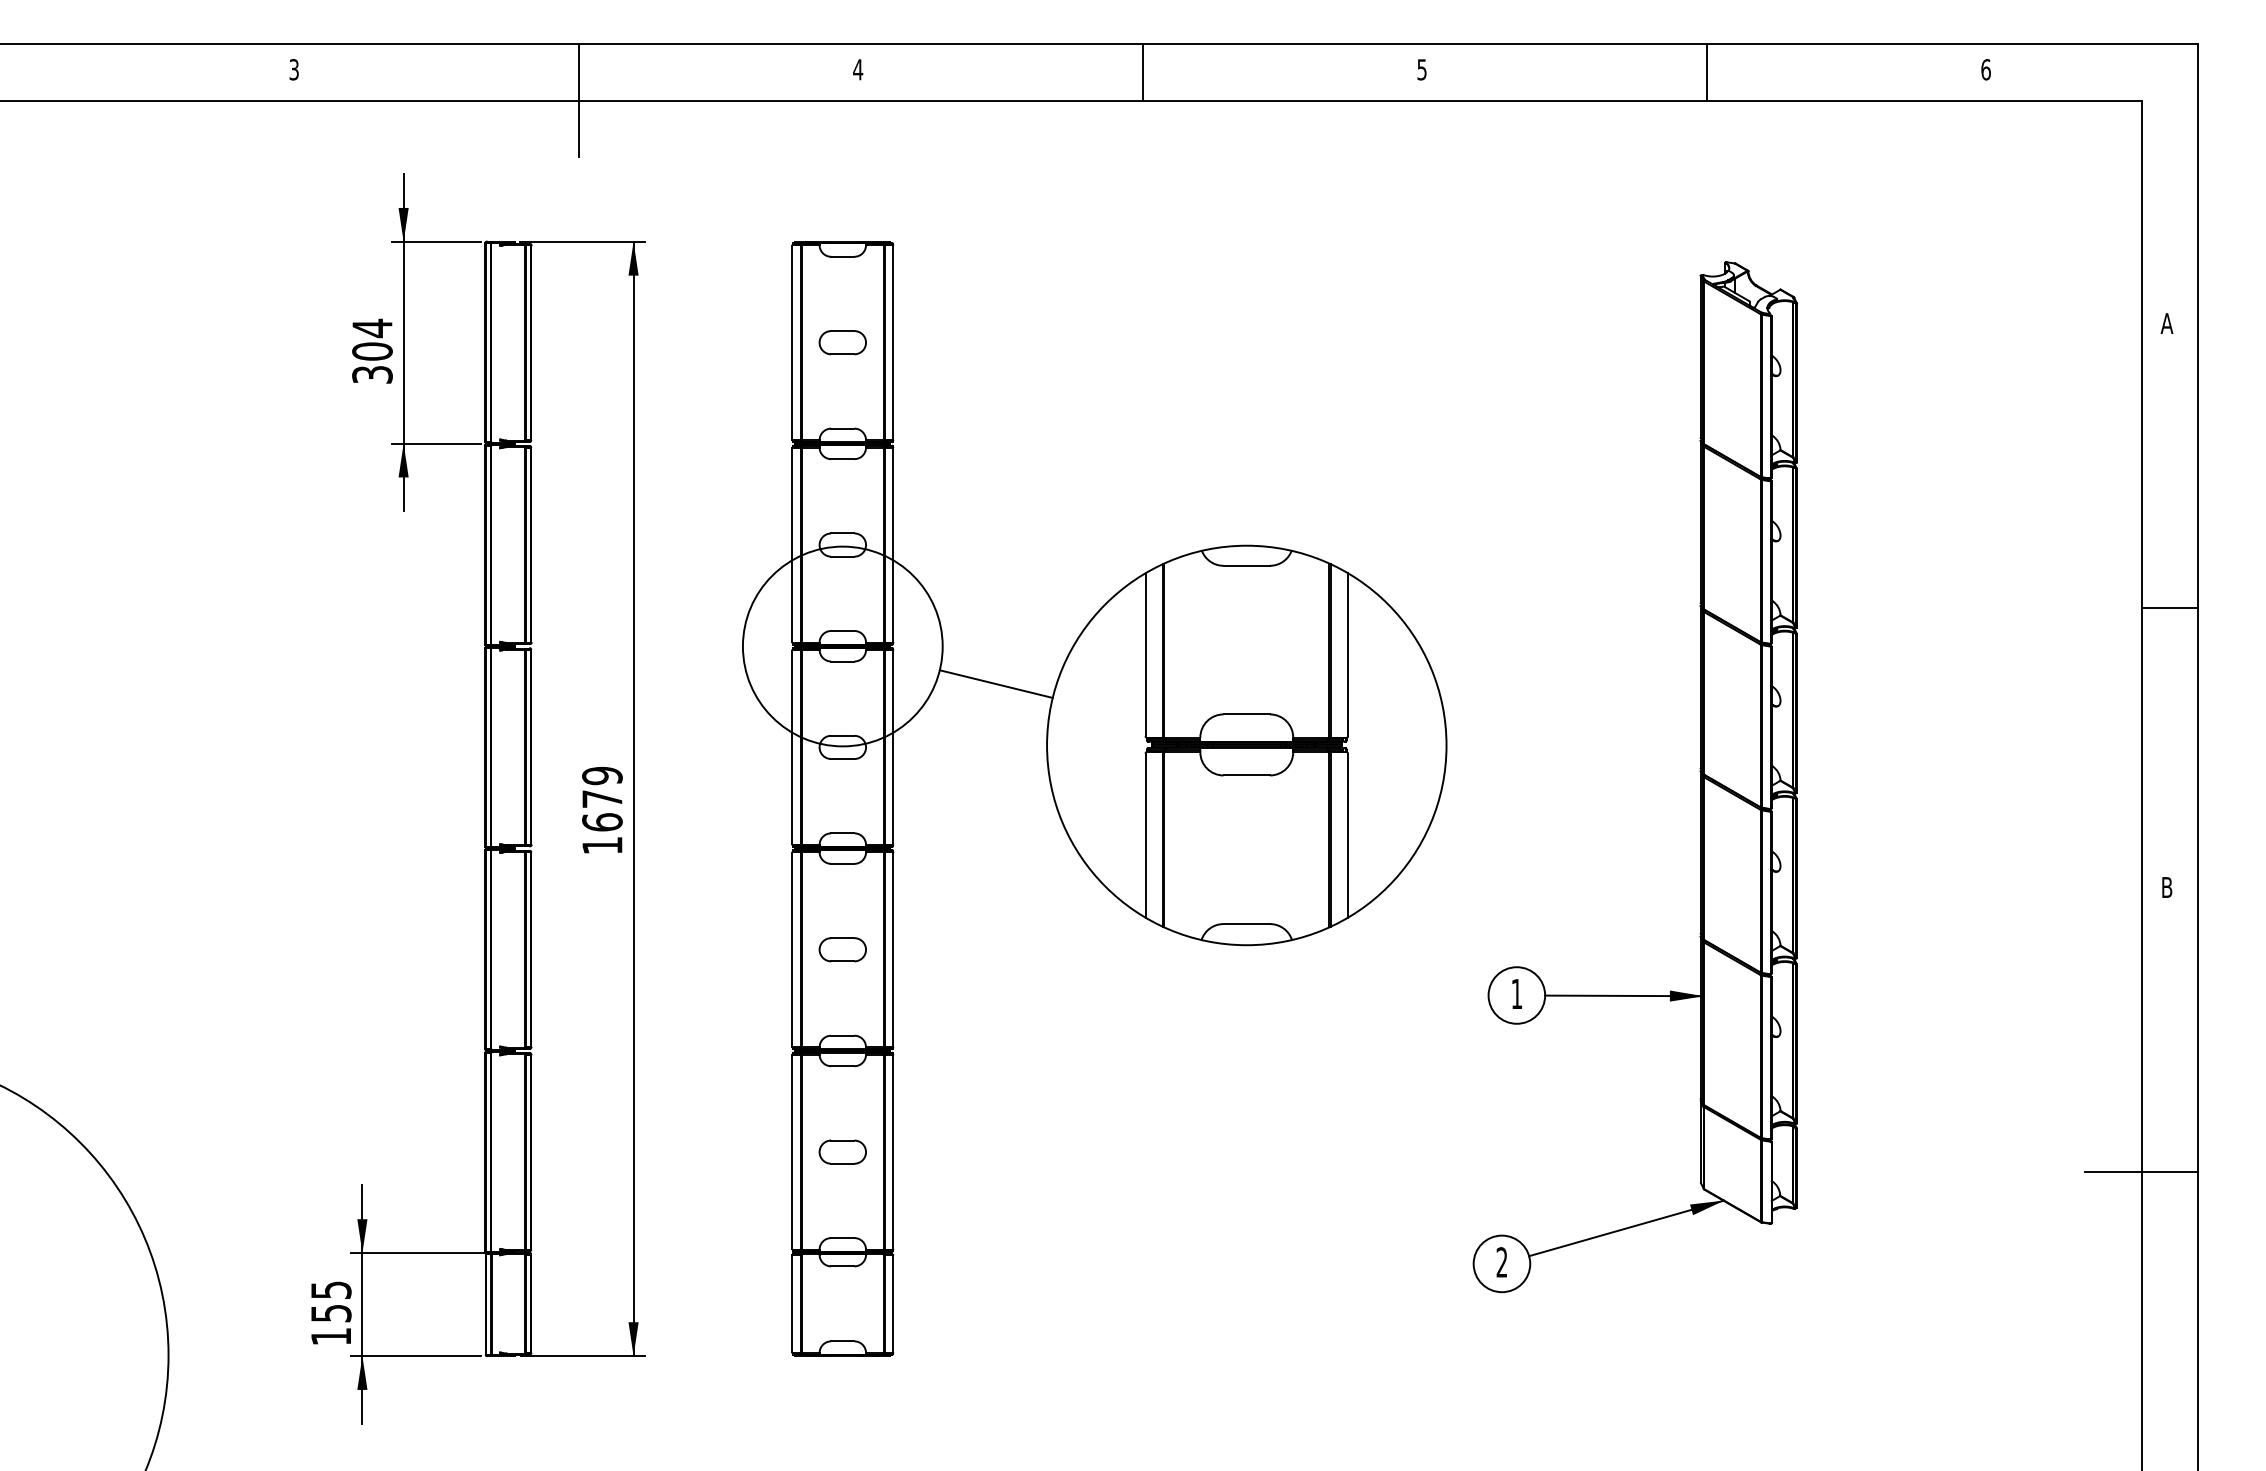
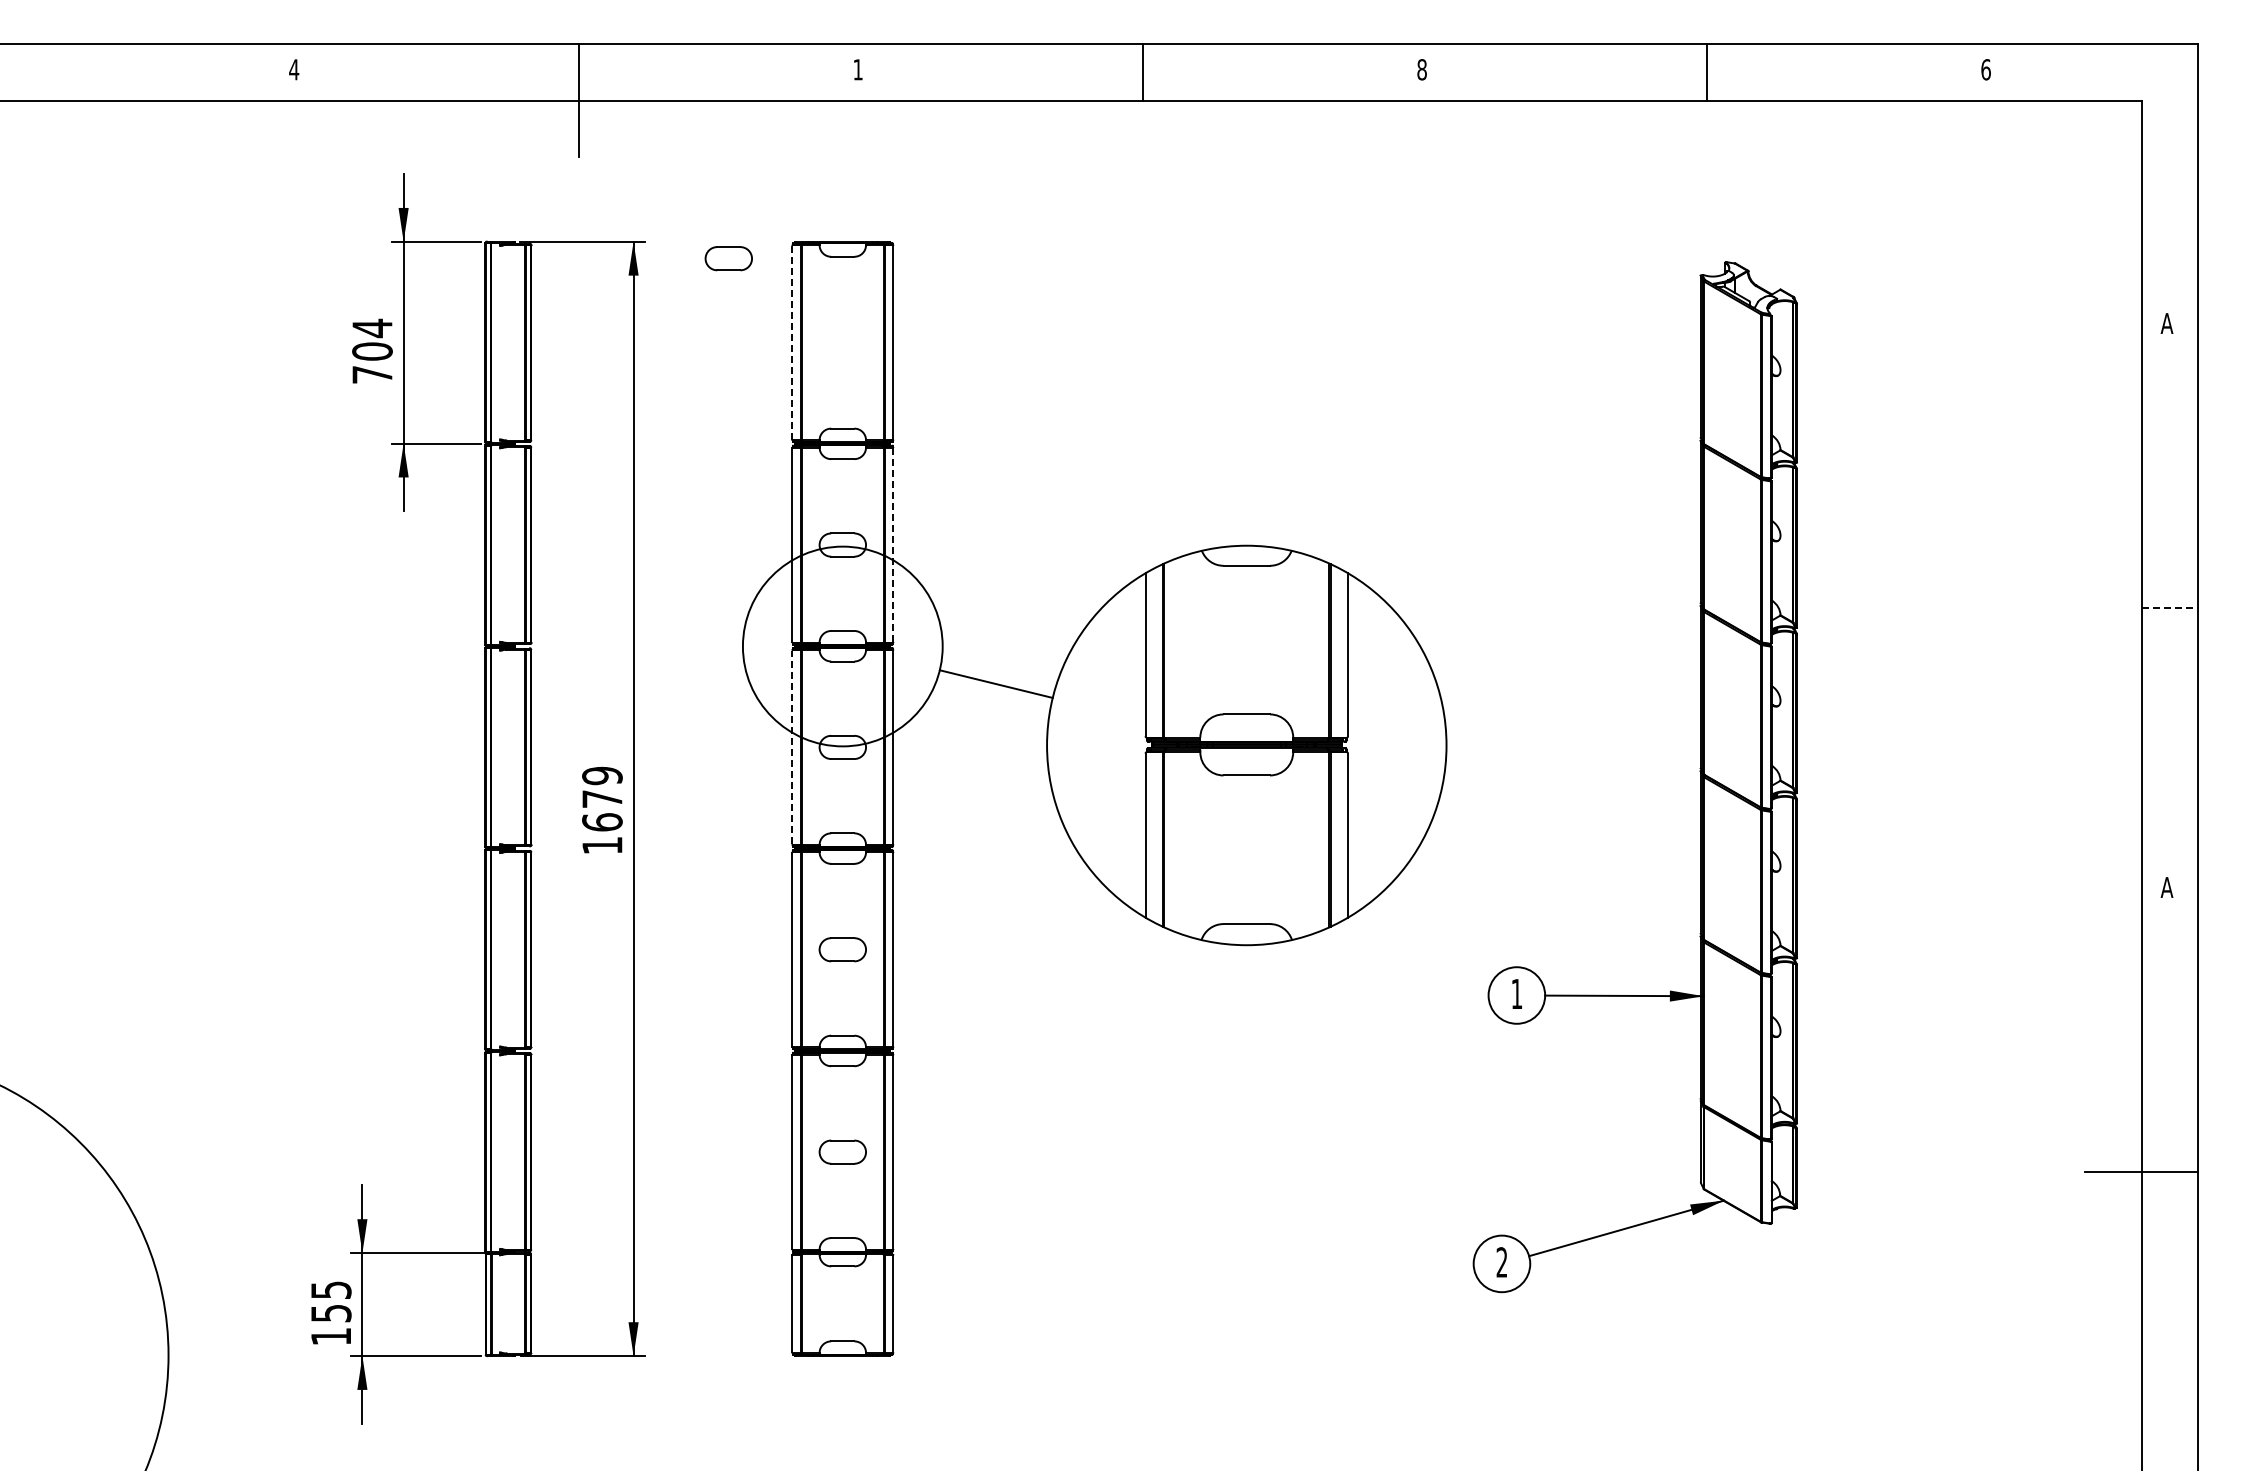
text at (294, 69): 3 -> 4
text at (858, 69): 4 -> 1
text at (1421, 69): 5 -> 8
line at (792, 342): solid -> dashed
part at (842, 342) position: (842, 342) -> (728, 258)
text at (372, 374): 304 -> 704
line at (893, 545): solid -> dashed
line at (2170, 608): solid -> dashed
line at (792, 747): solid -> dashed
text at (2166, 887): B -> A
